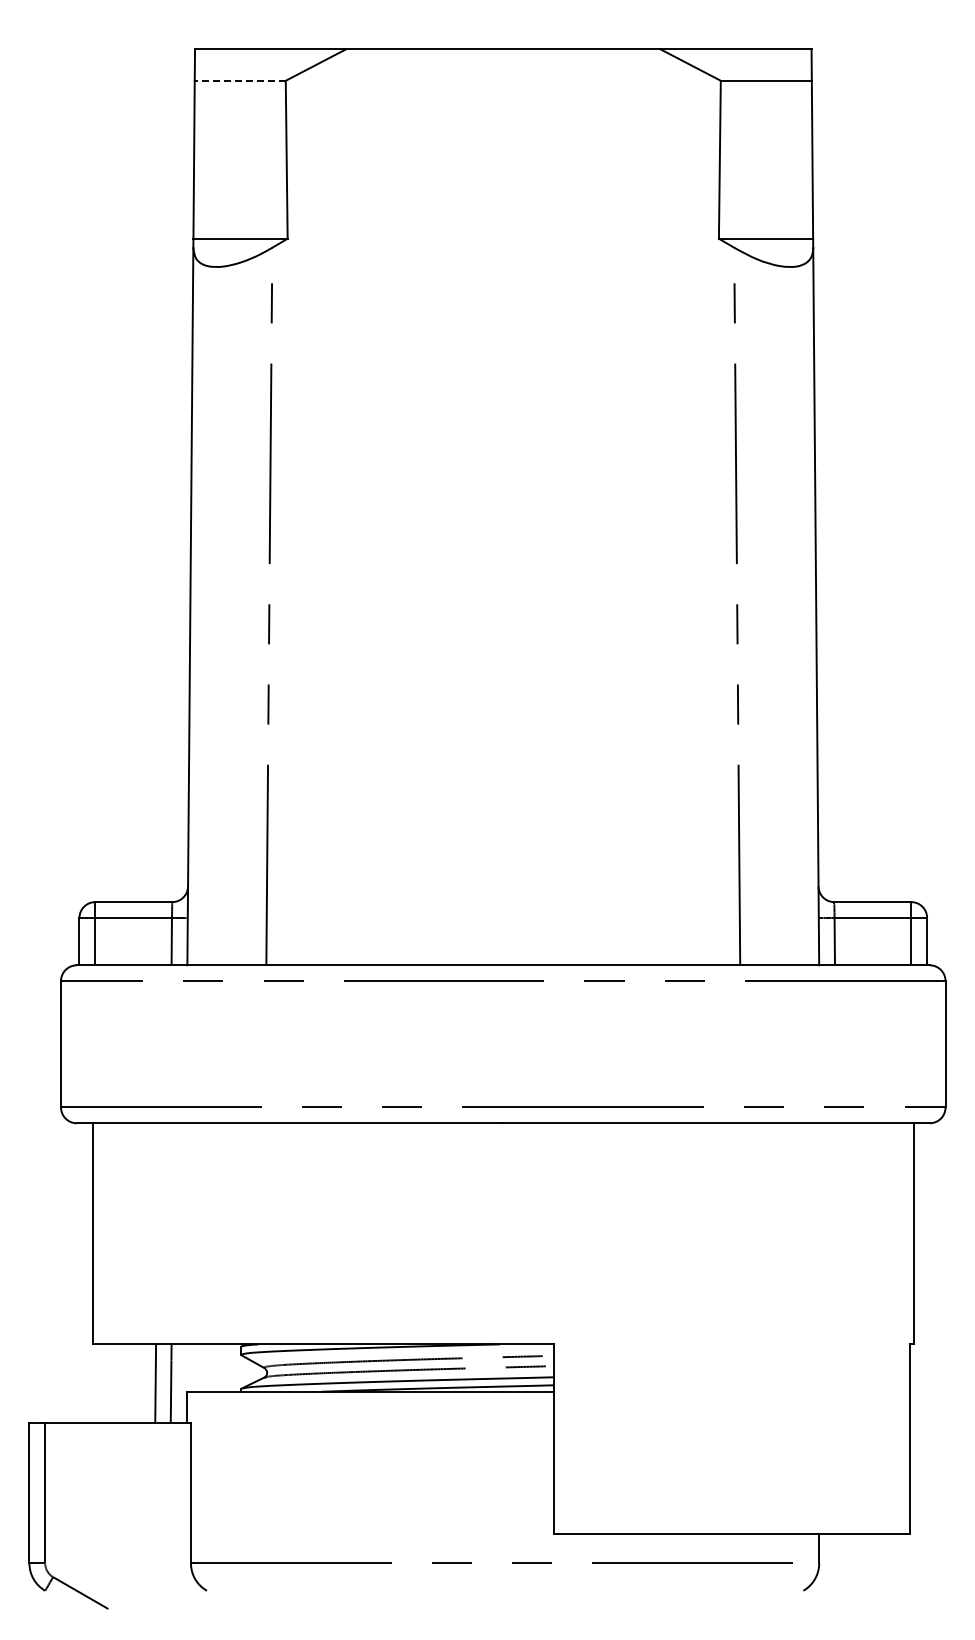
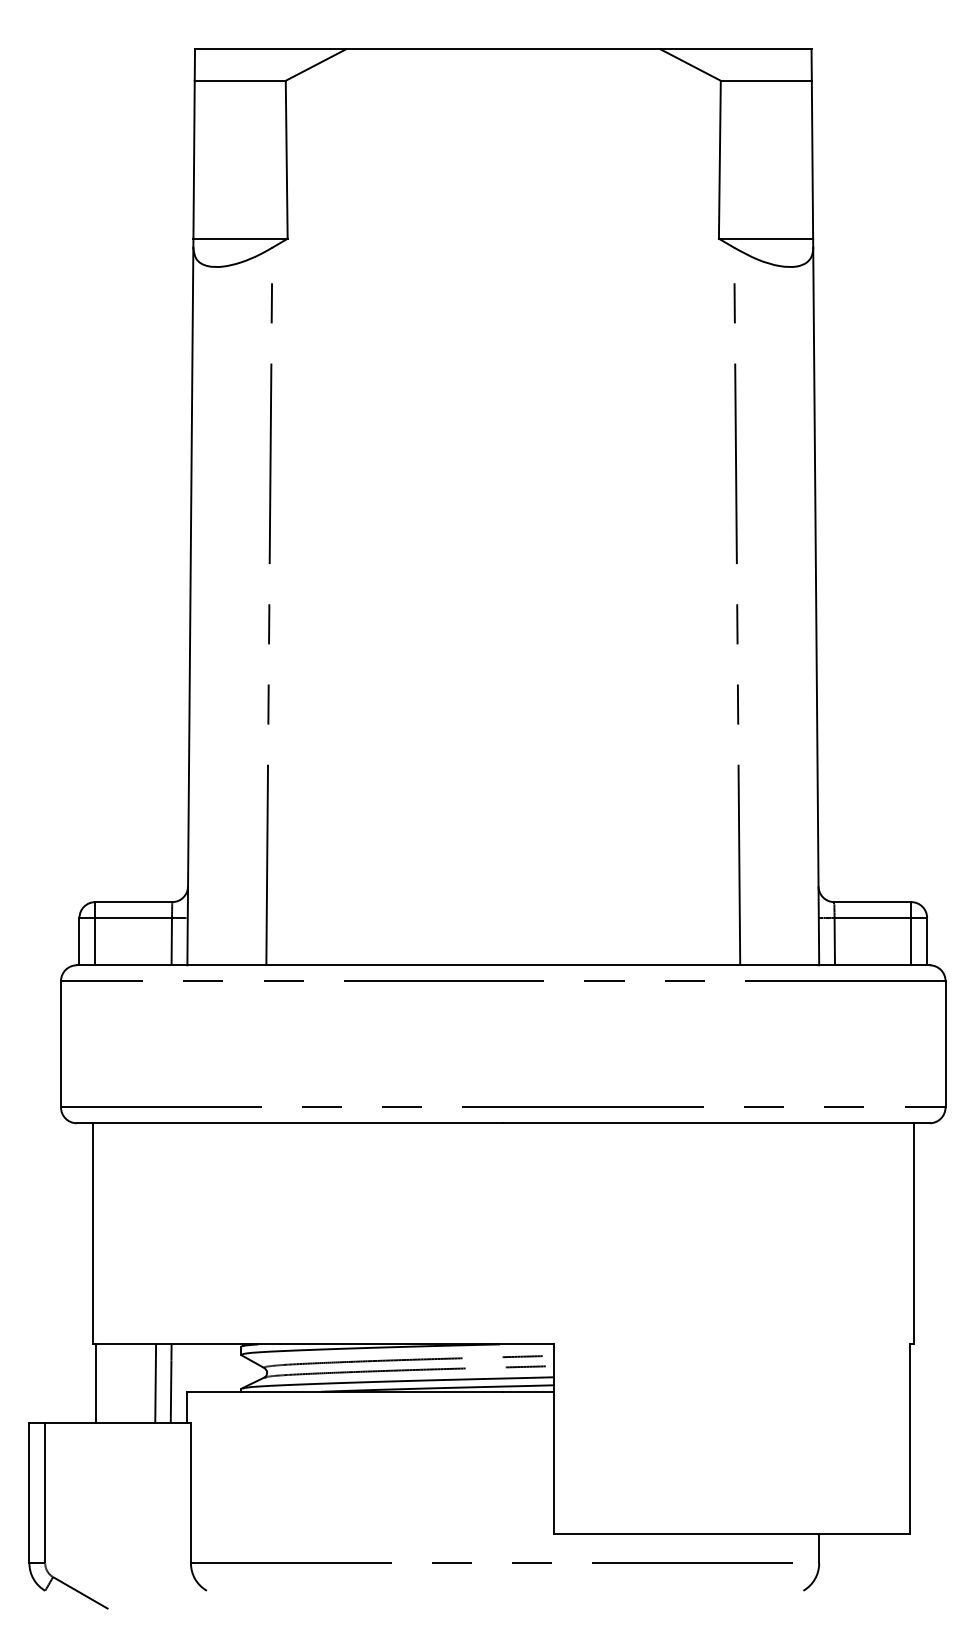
line at (240, 80): dashed -> solid
line at (95, 1383): none -> present
